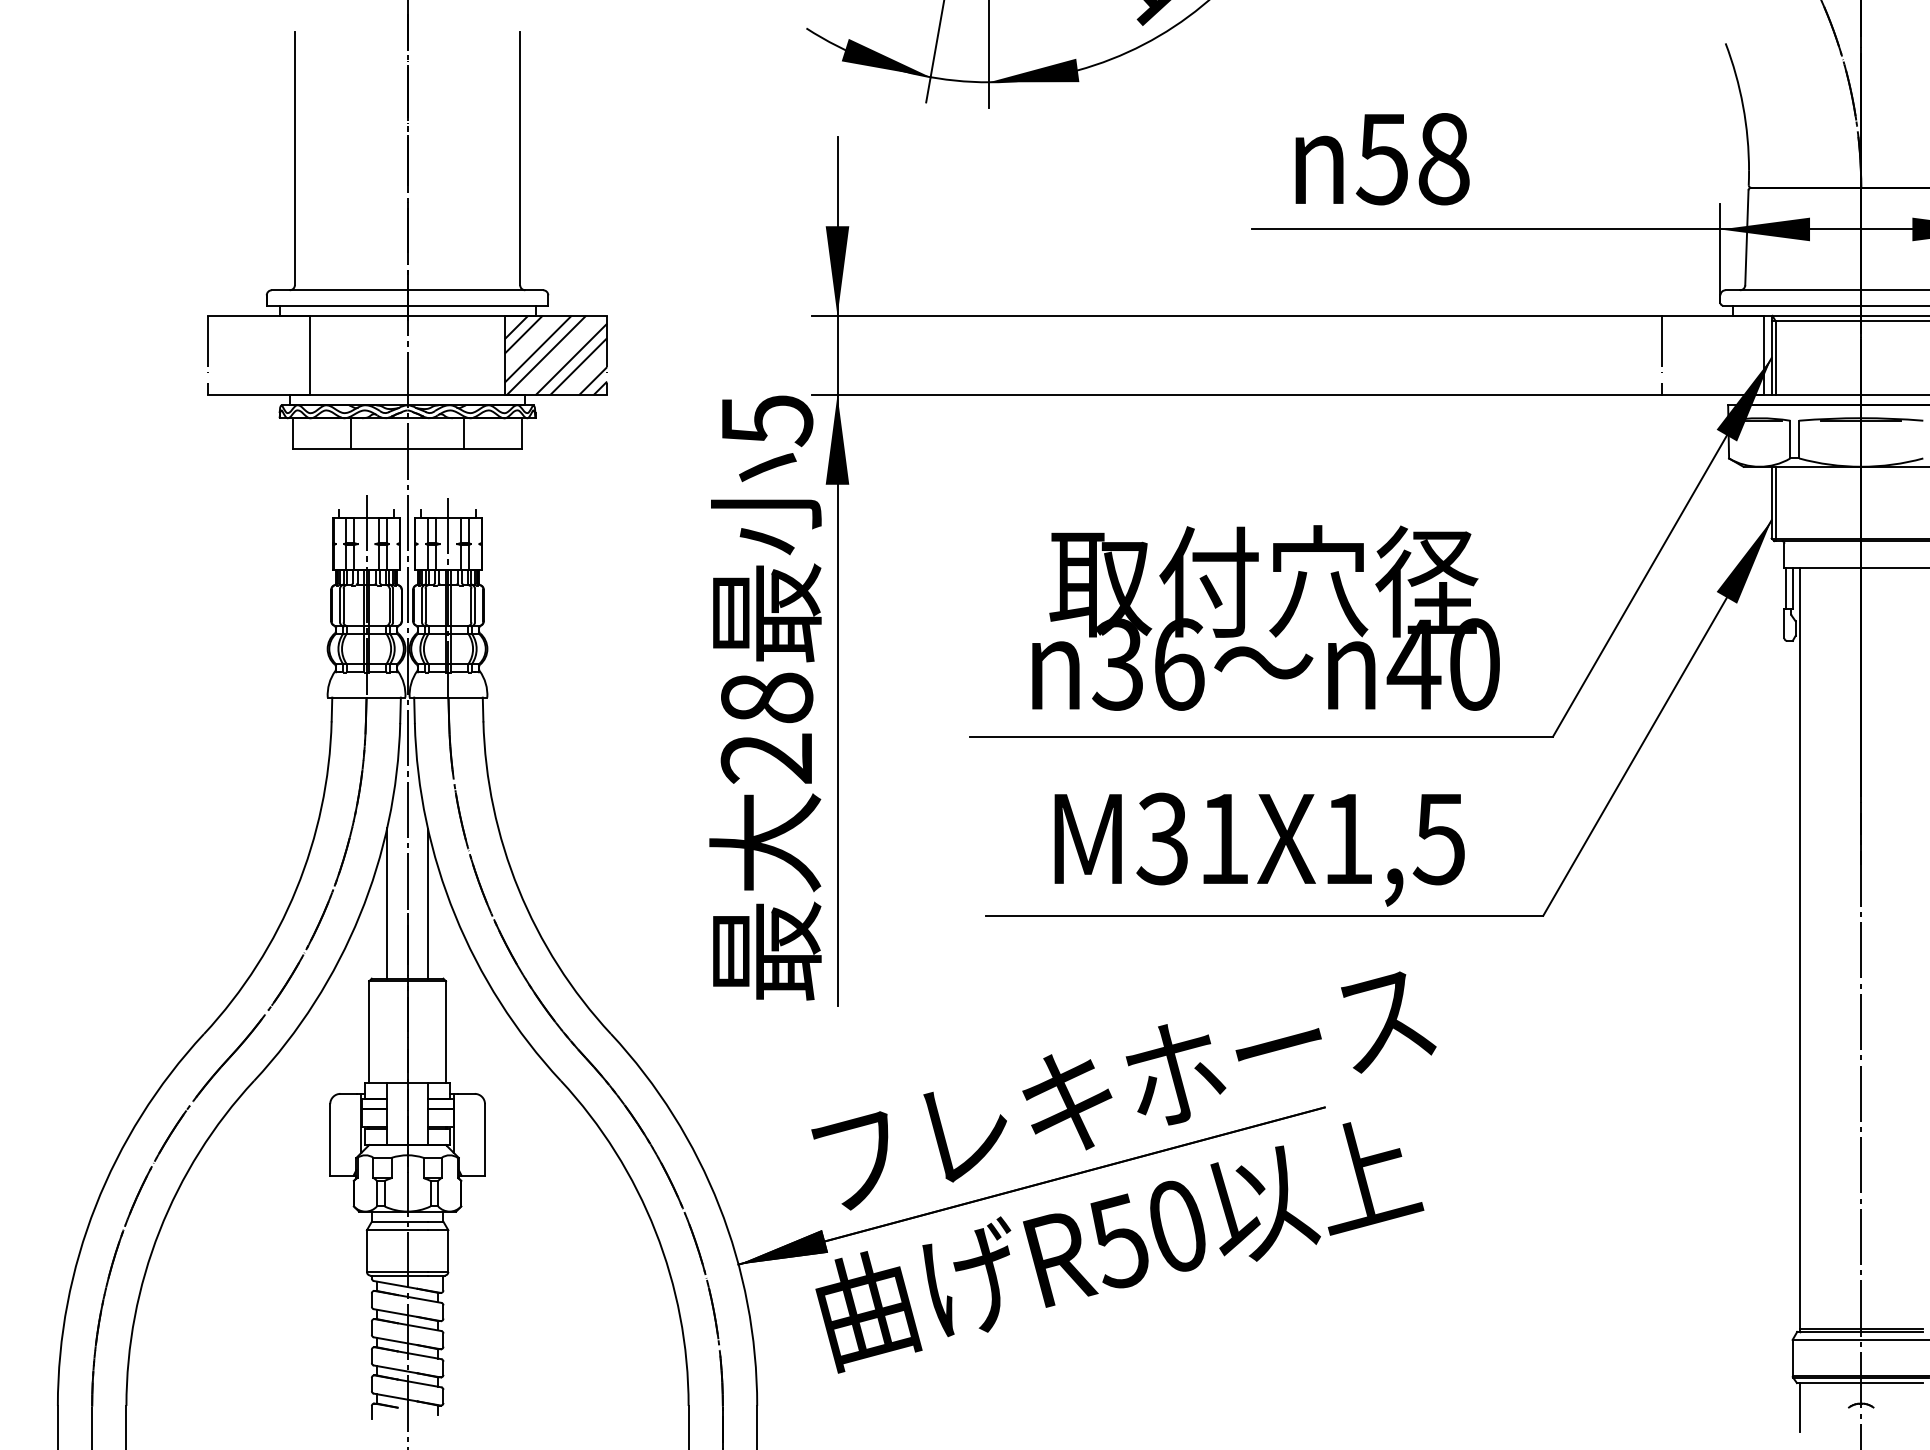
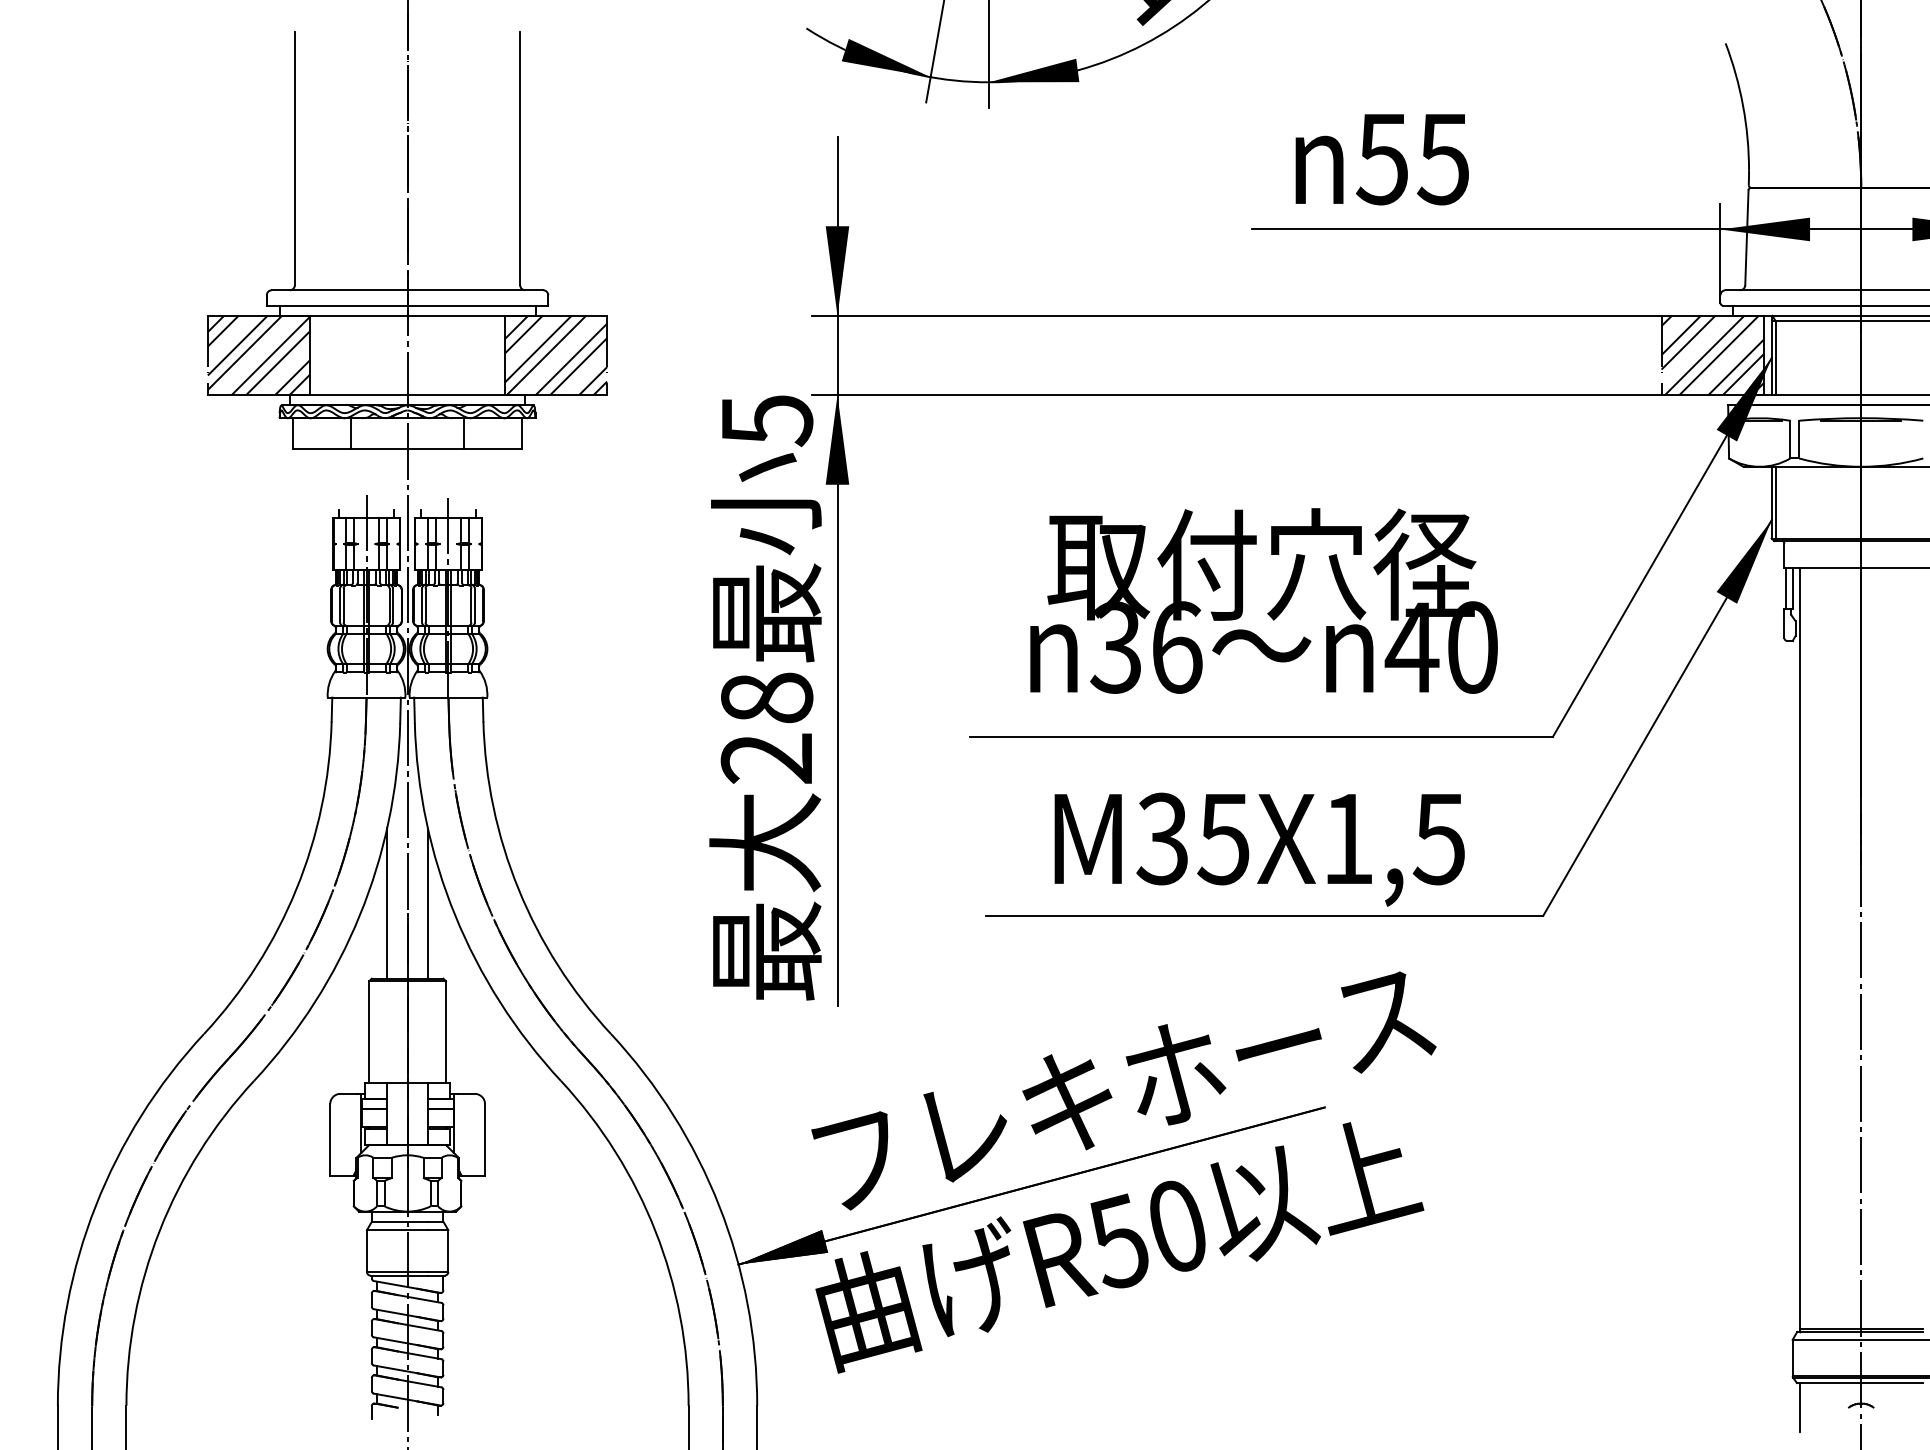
text at (1443, 159): 58 -> 55
hatch at (258, 355): none -> present
hatch at (1712, 355): none -> present
text at (1265, 617) position: (1265, 617) -> (1263, 600)
text at (1223, 839): M31X1,5 -> M35X1,5
